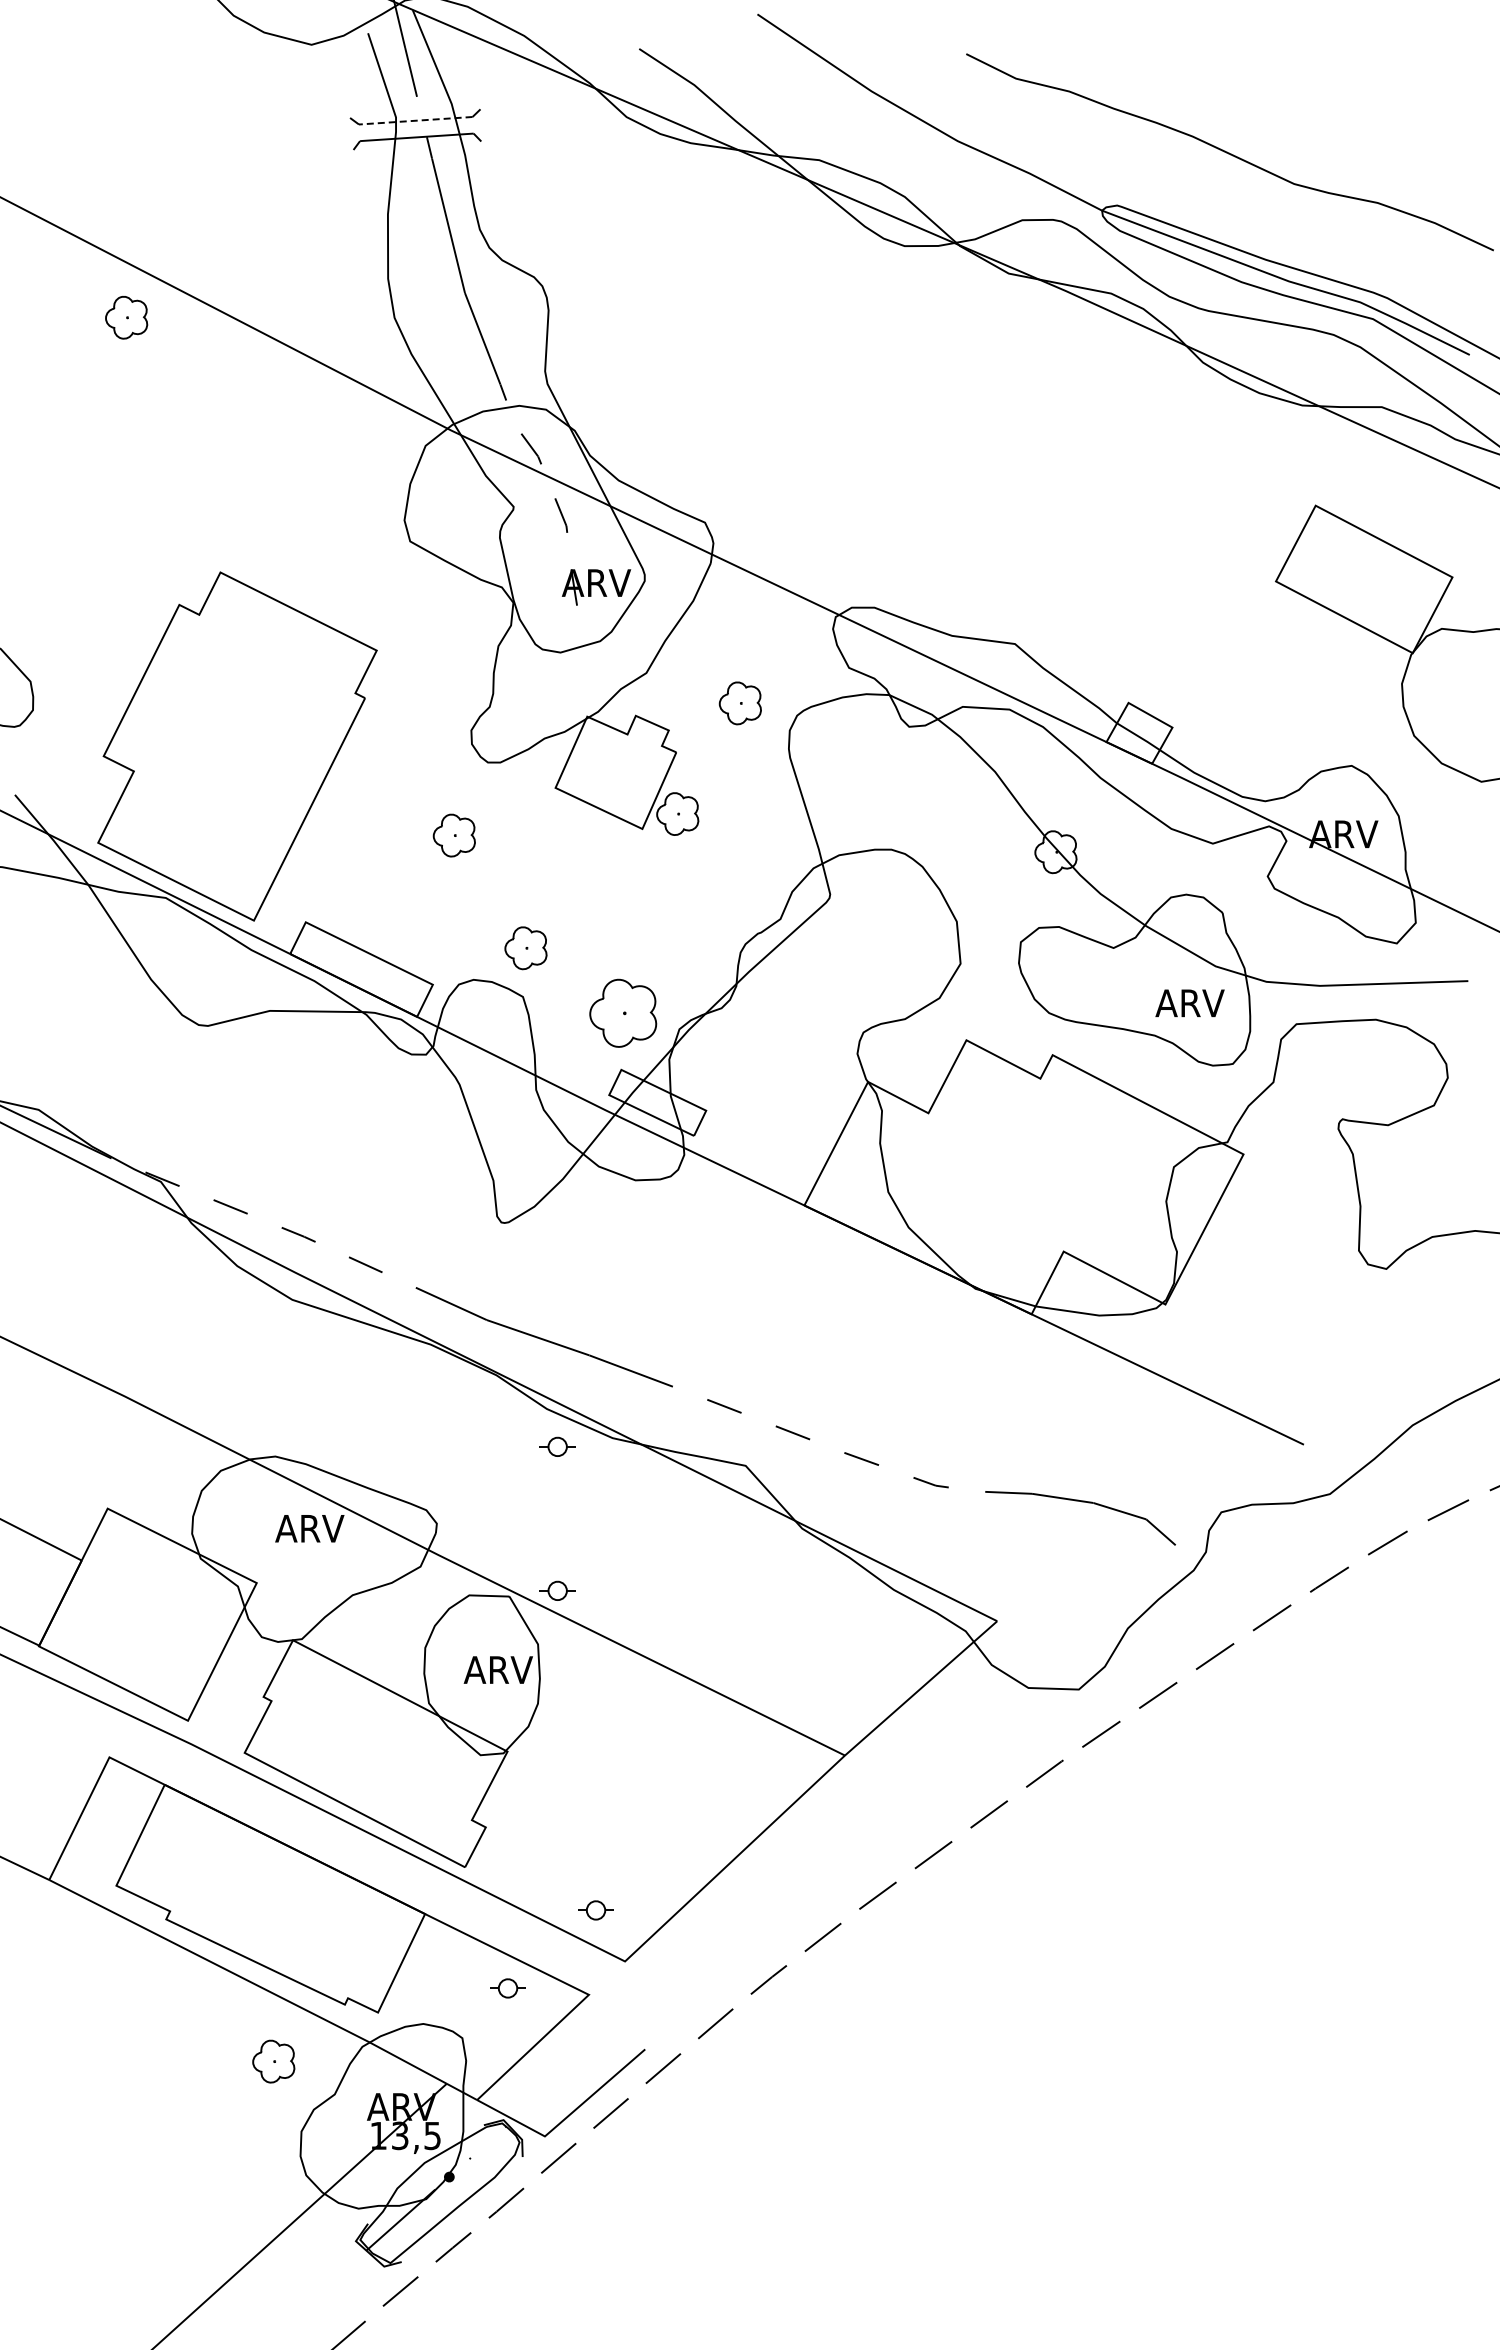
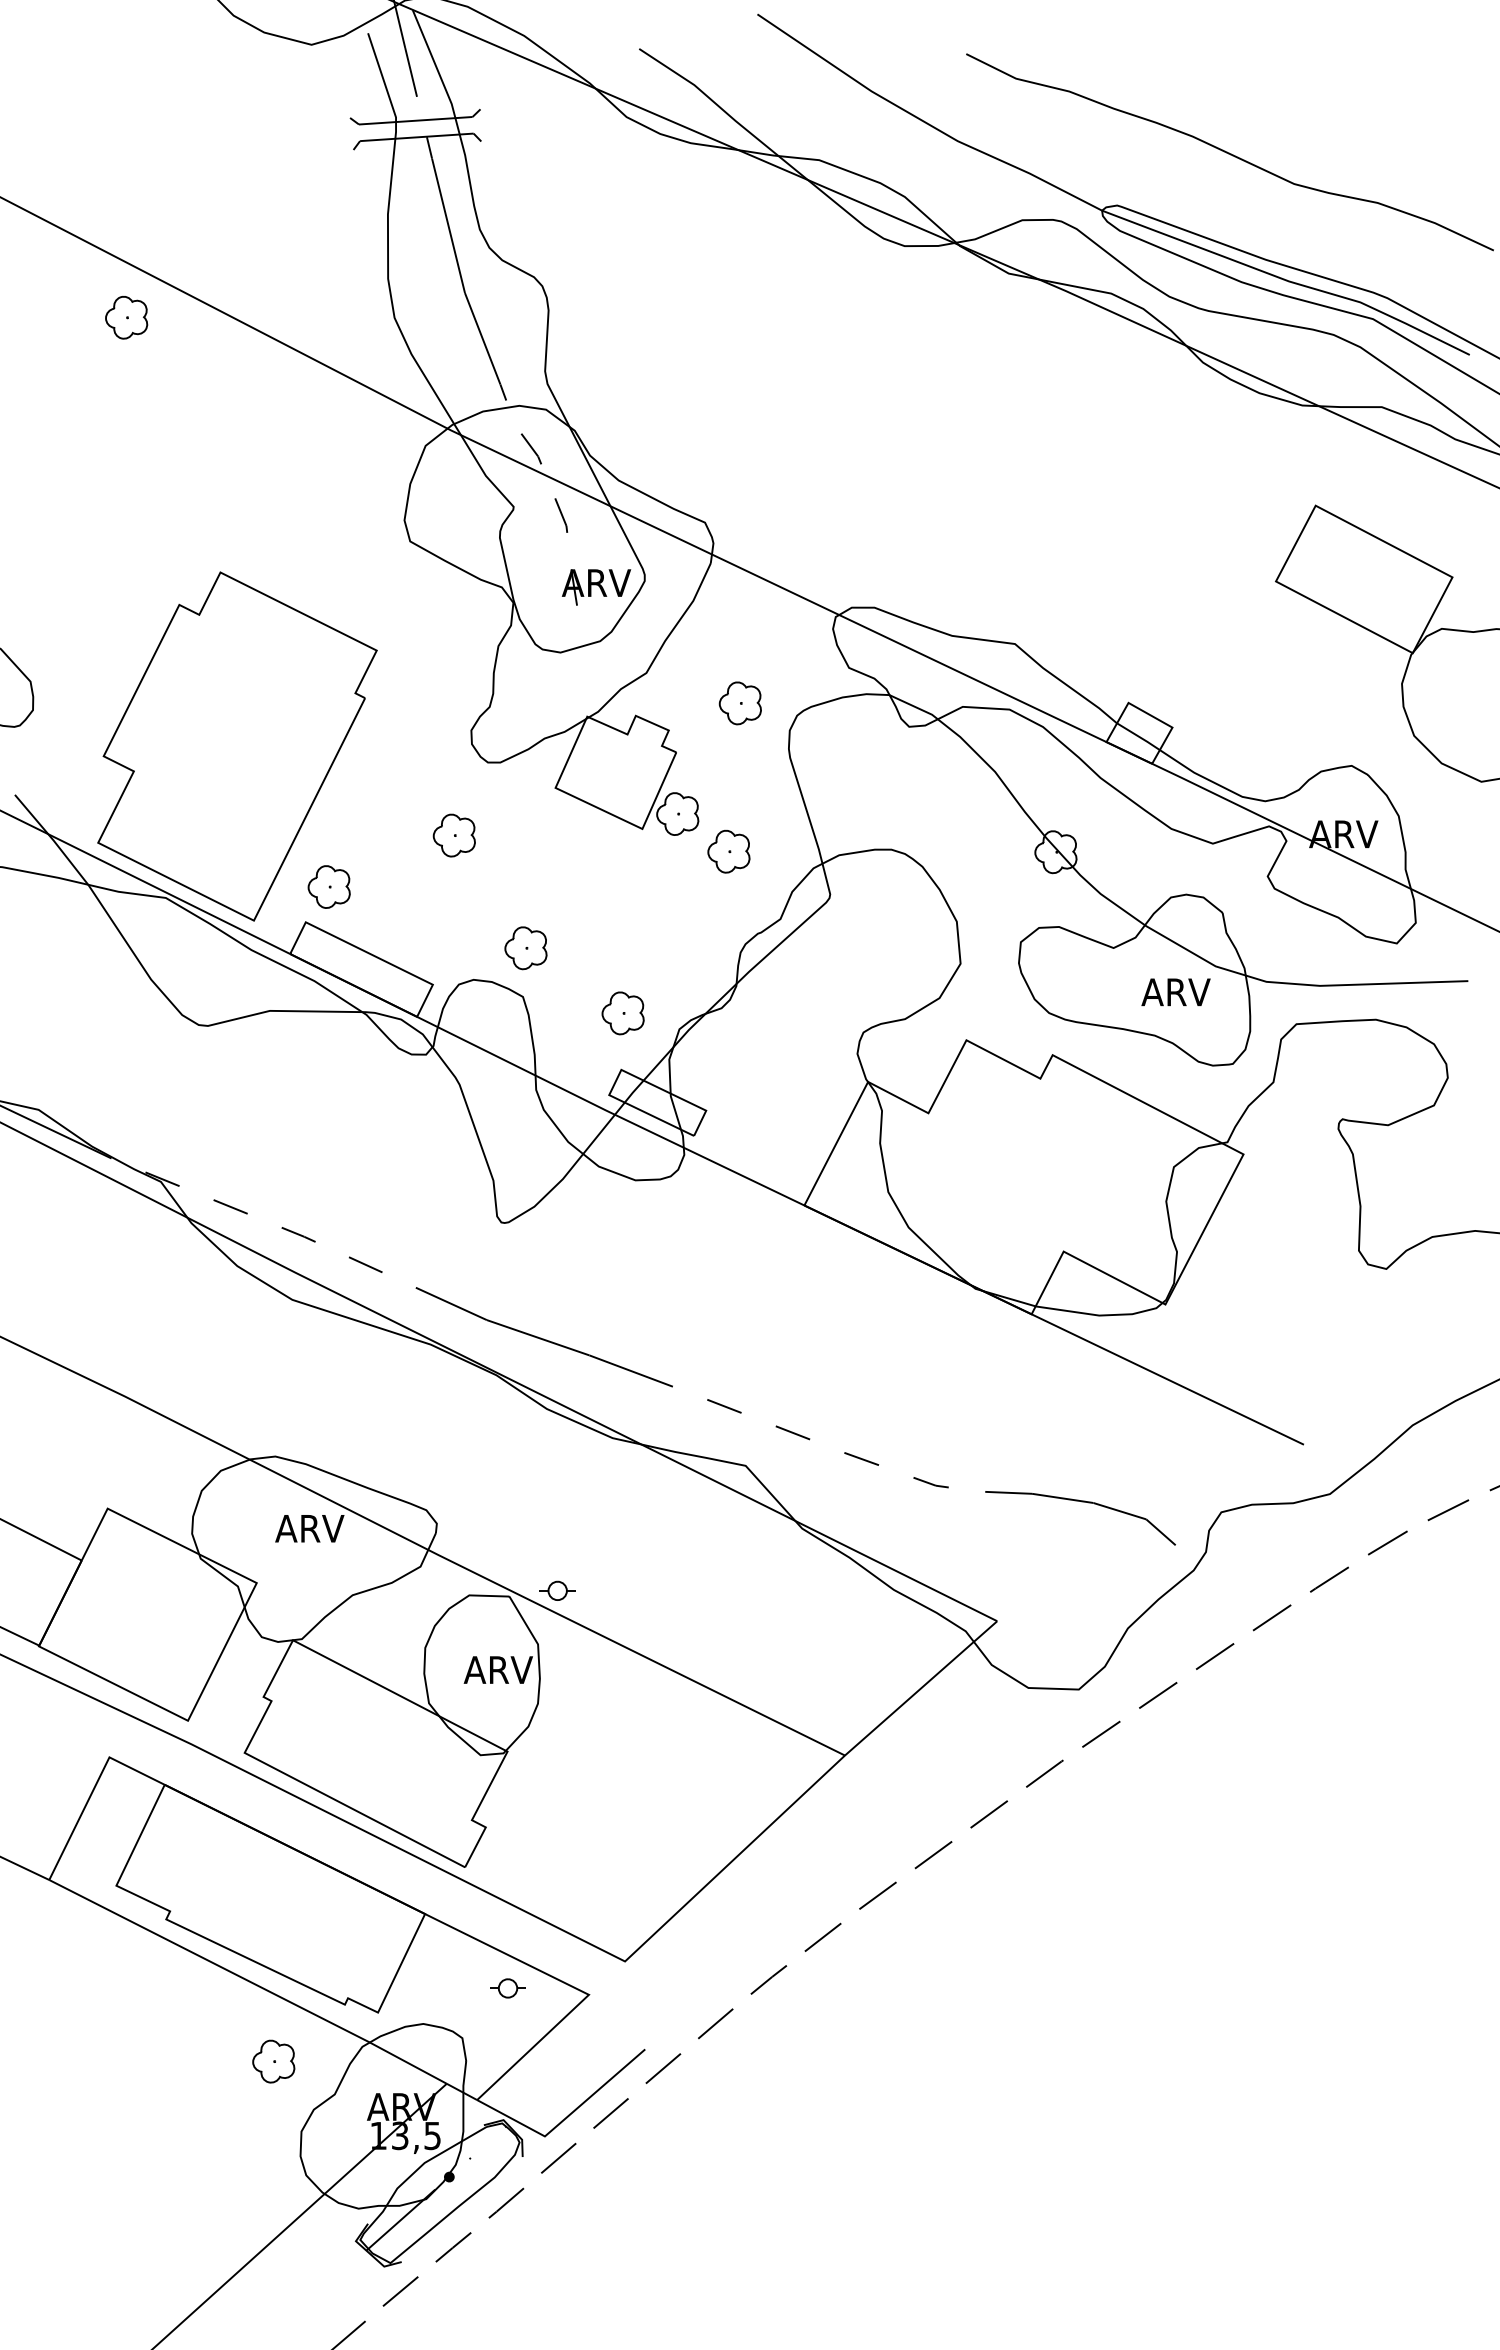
line at (415, 120): dashed -> solid
part at (728, 851): none -> present
part at (328, 886): none -> present
text at (1189, 1003) position: (1189, 1003) -> (1175, 992)
part at (623, 1012) size: 69x70 px -> 44x45 px
part at (557, 1446): present -> none
part at (595, 1910): present -> none
